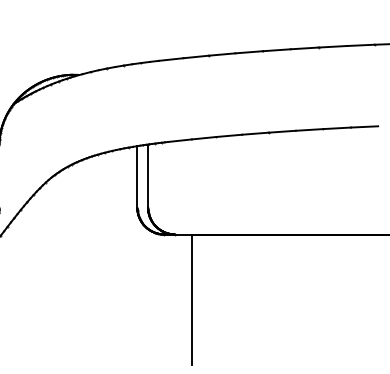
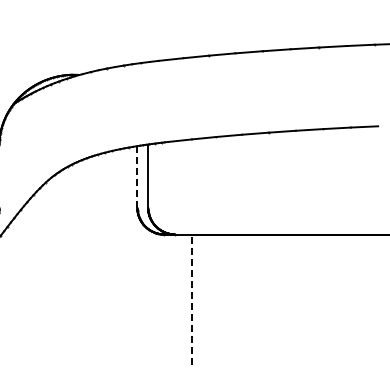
line at (137, 177): solid -> dashed
line at (191, 299): solid -> dashed
